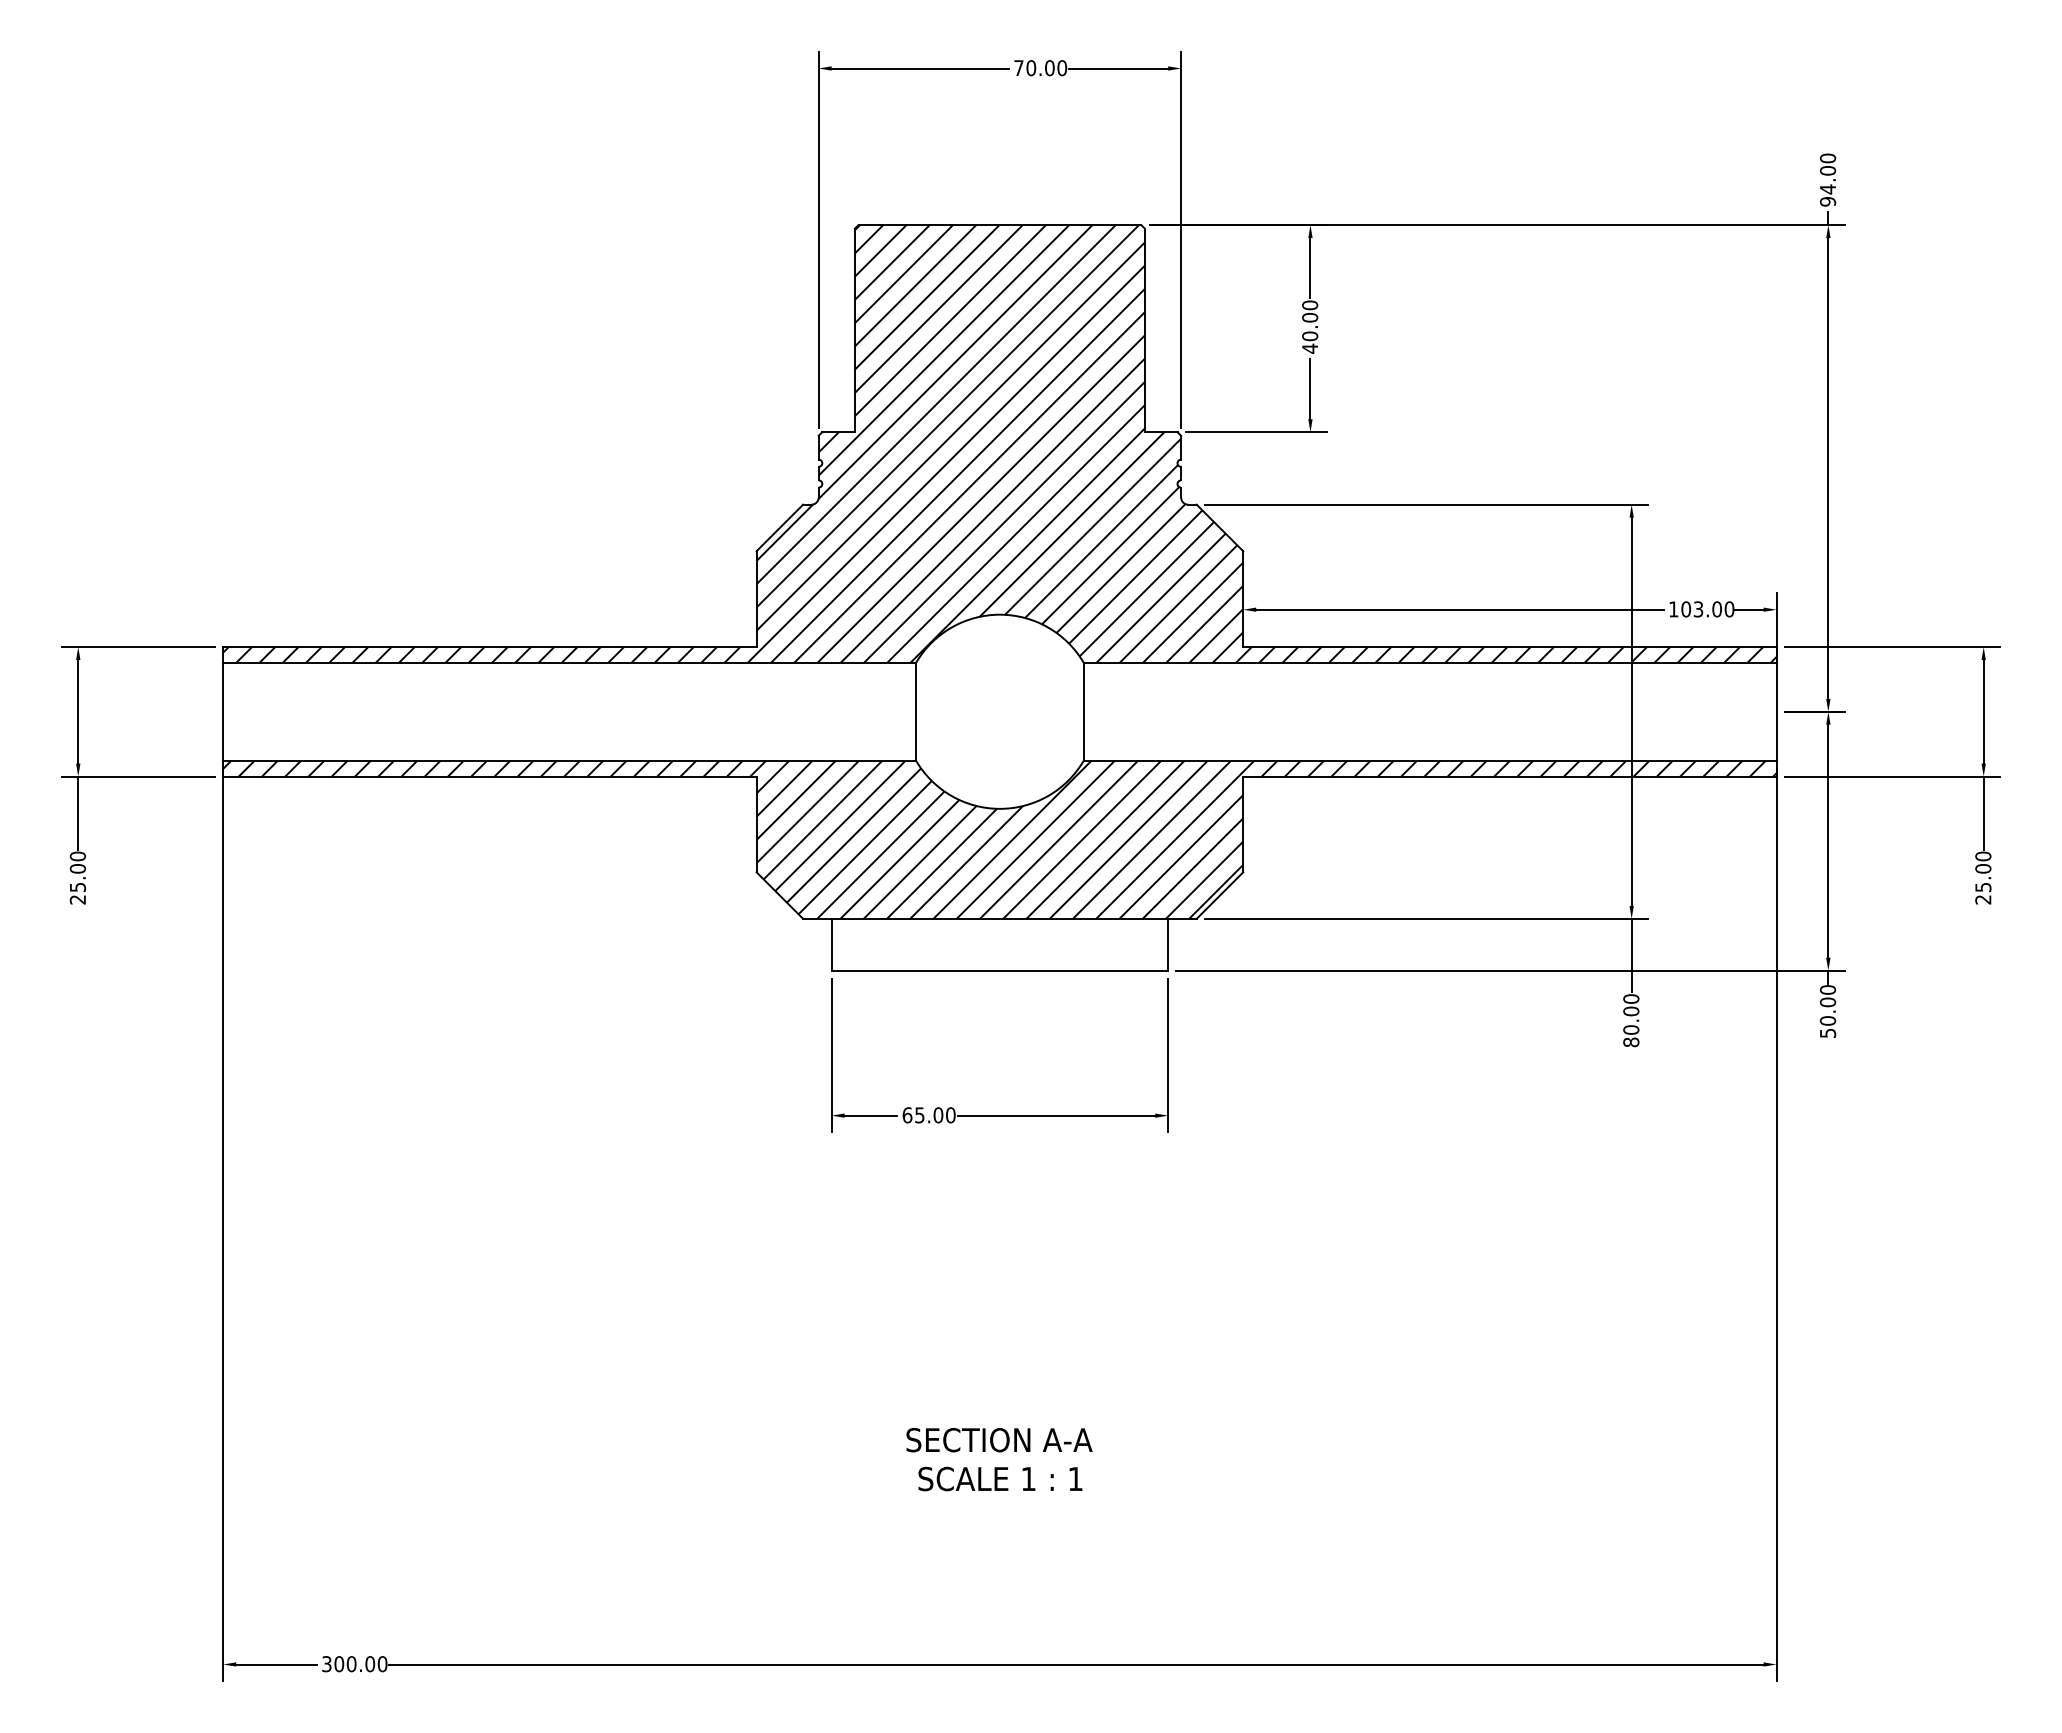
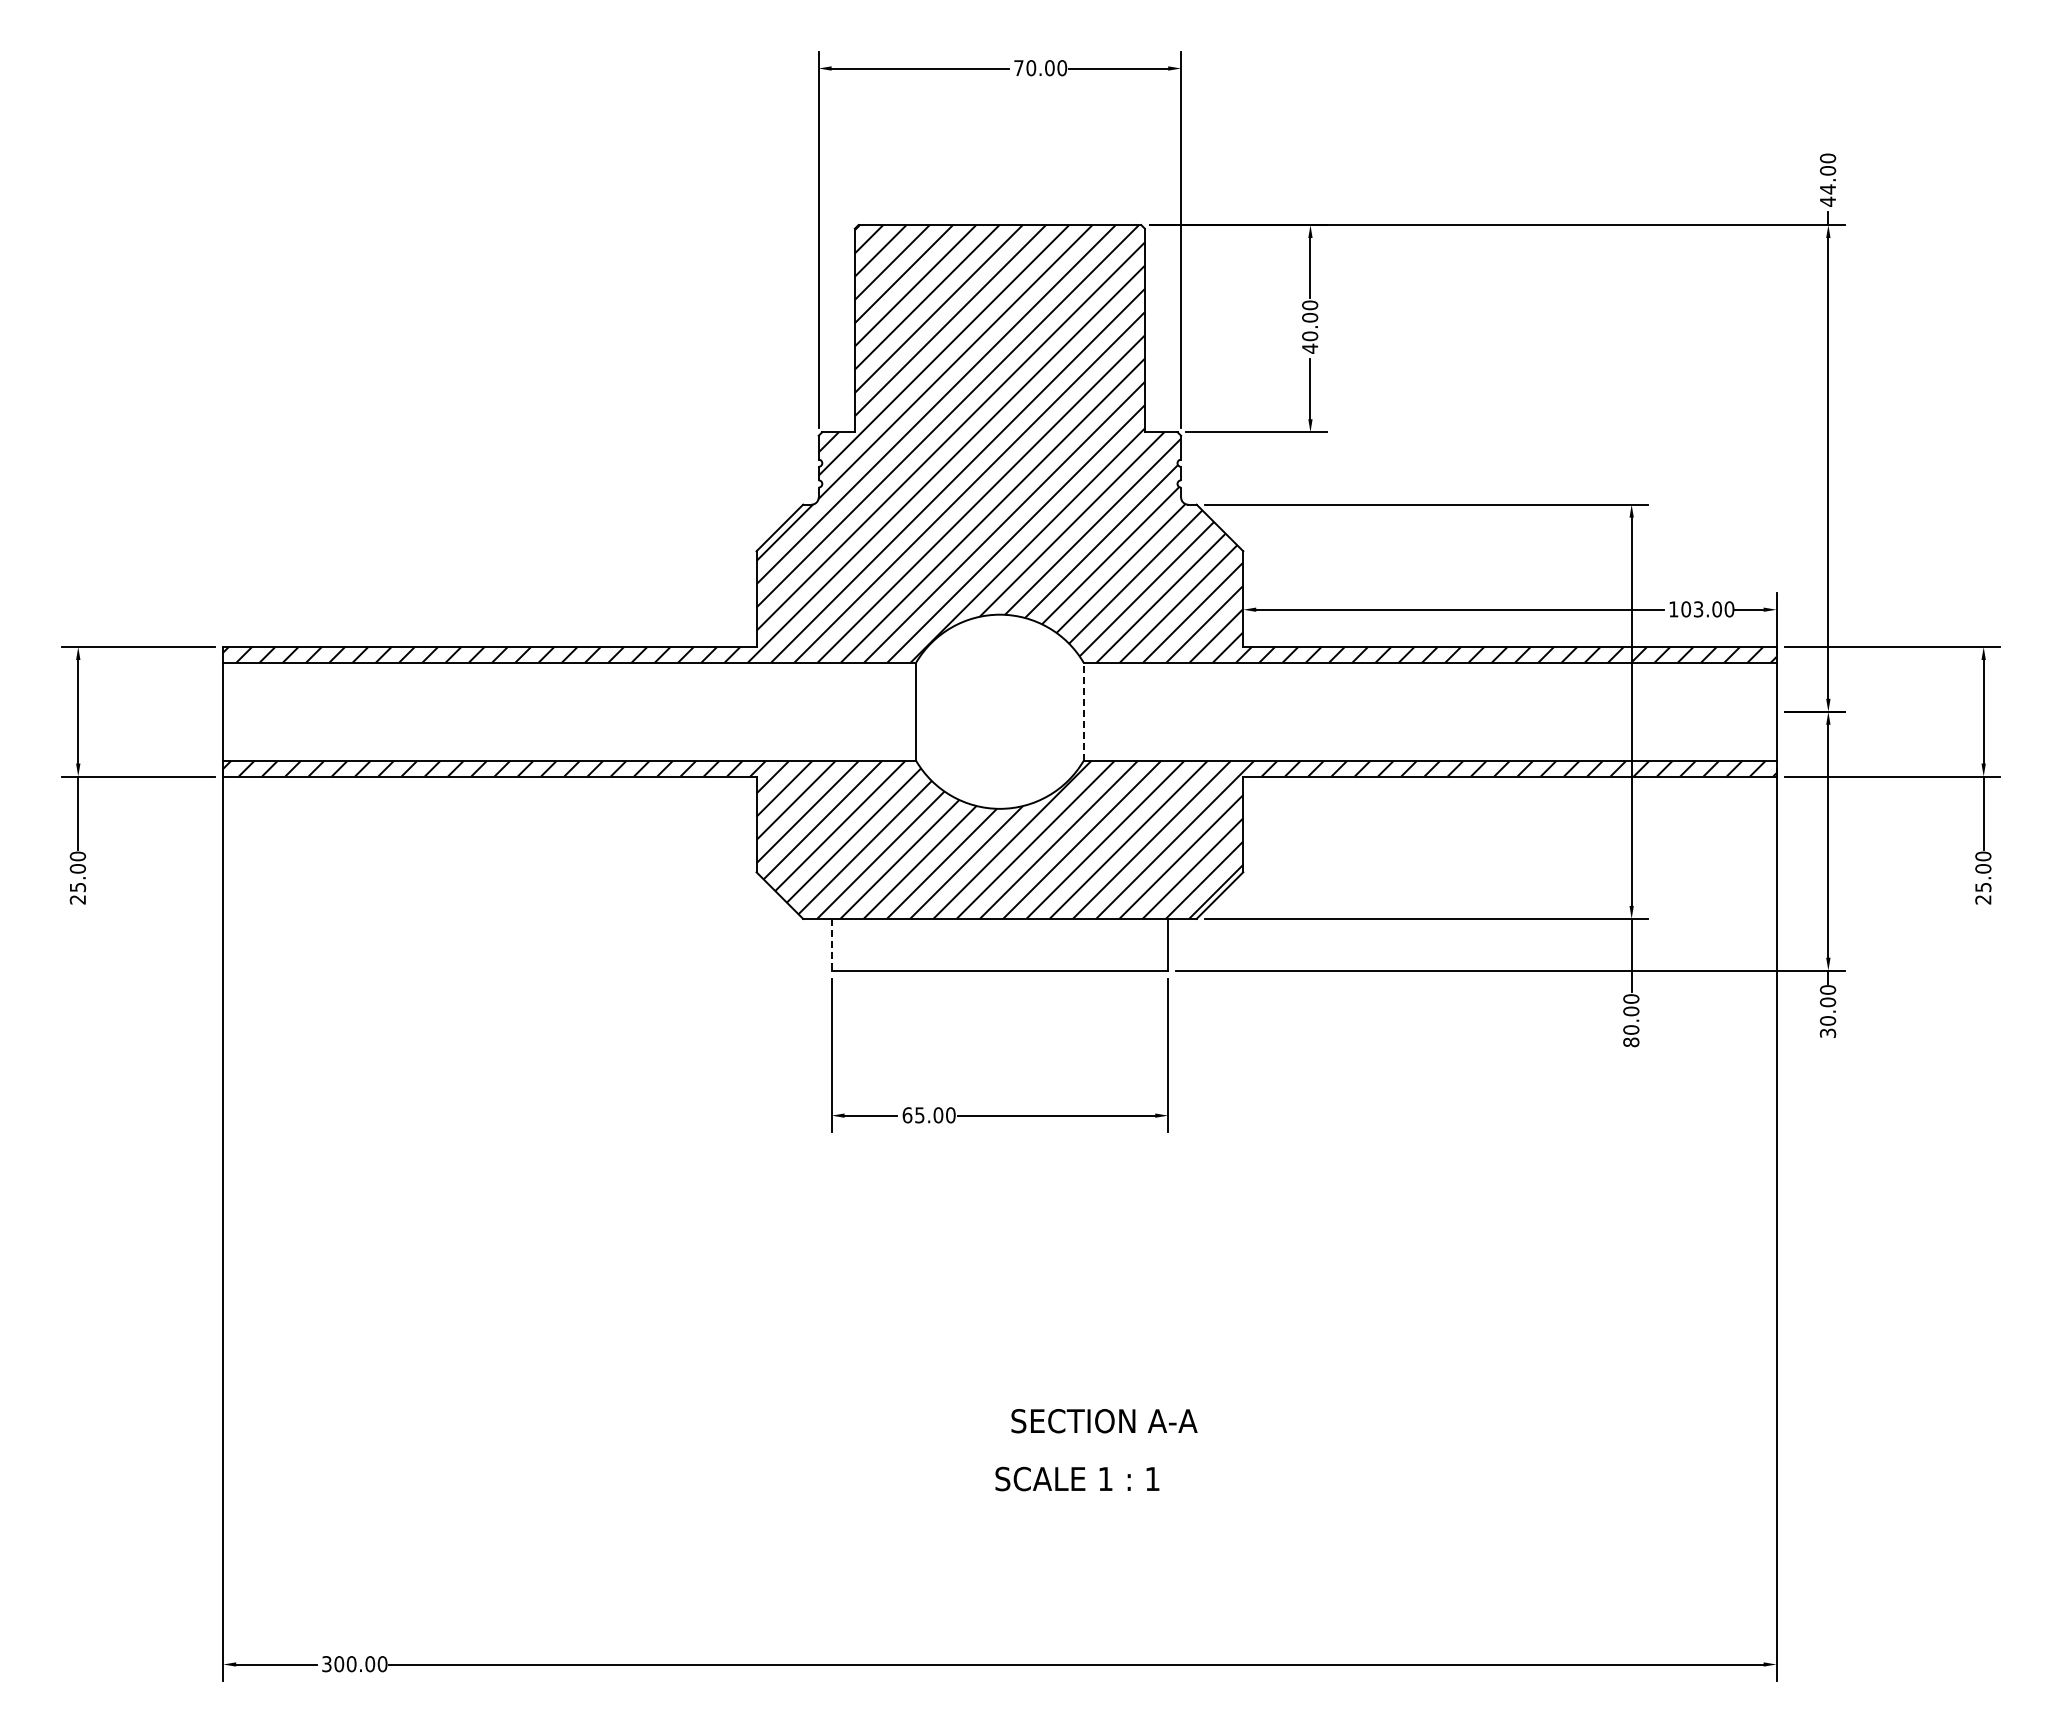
text at (1827, 201): 94.00 -> 44.00
line at (1083, 711): solid -> dashed
line at (831, 944): solid -> dashed
text at (1827, 1032): 50.00 -> 30.00
text at (999, 1440) position: (999, 1440) -> (1104, 1421)
text at (1000, 1478) position: (1000, 1478) -> (1077, 1478)
